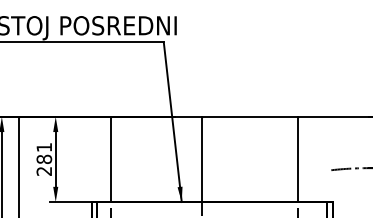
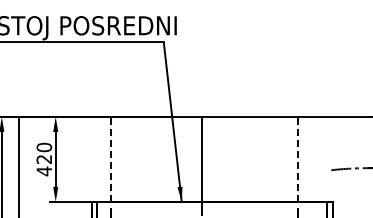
text at (44, 159): 281 -> 420
line at (111, 159): solid -> dashed
line at (297, 159): solid -> dashed
